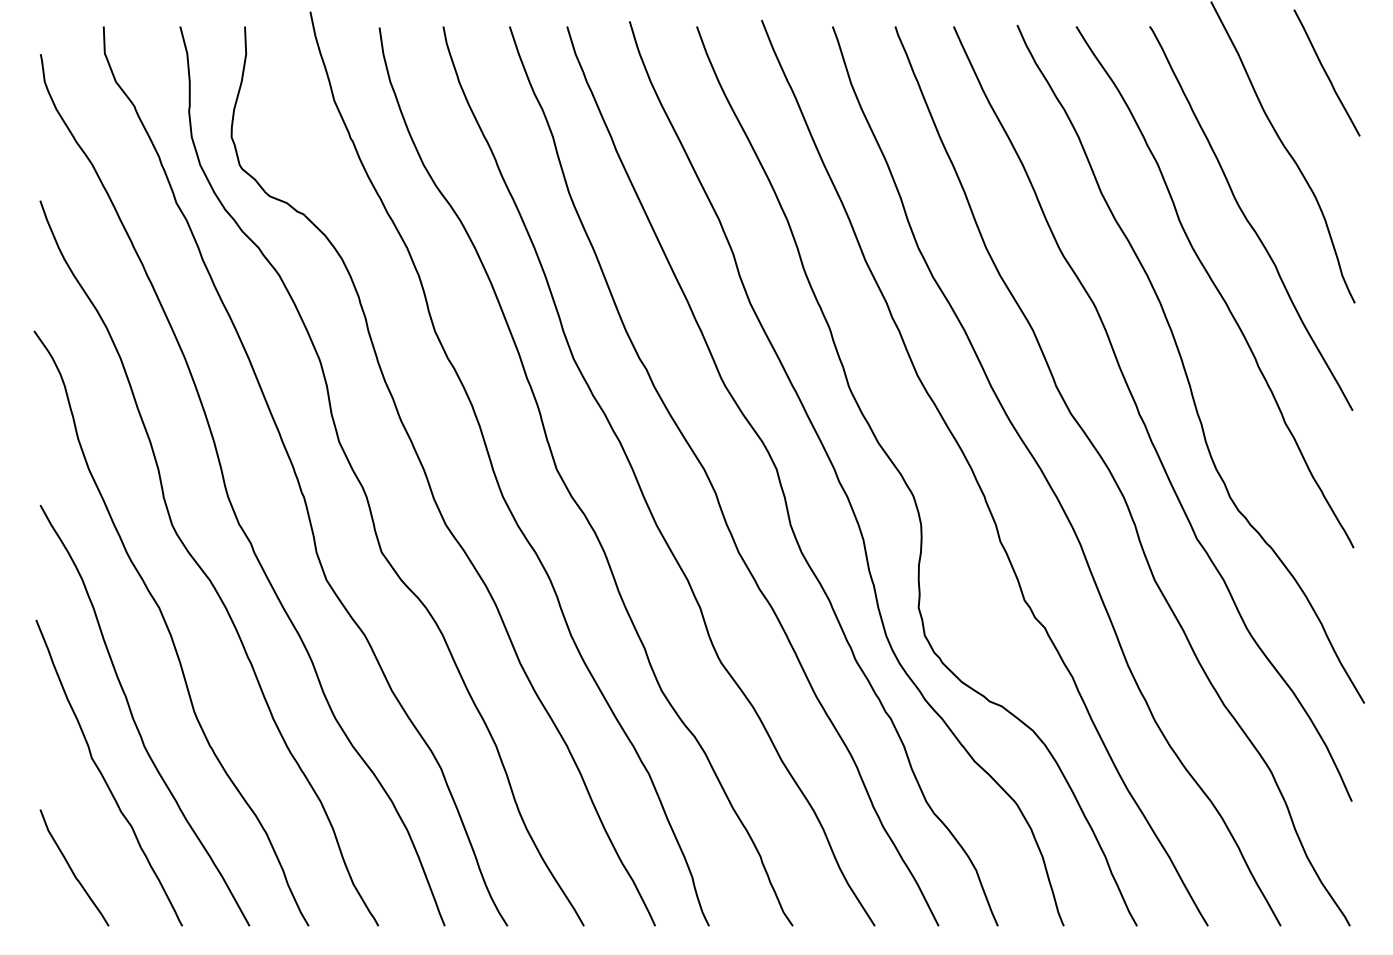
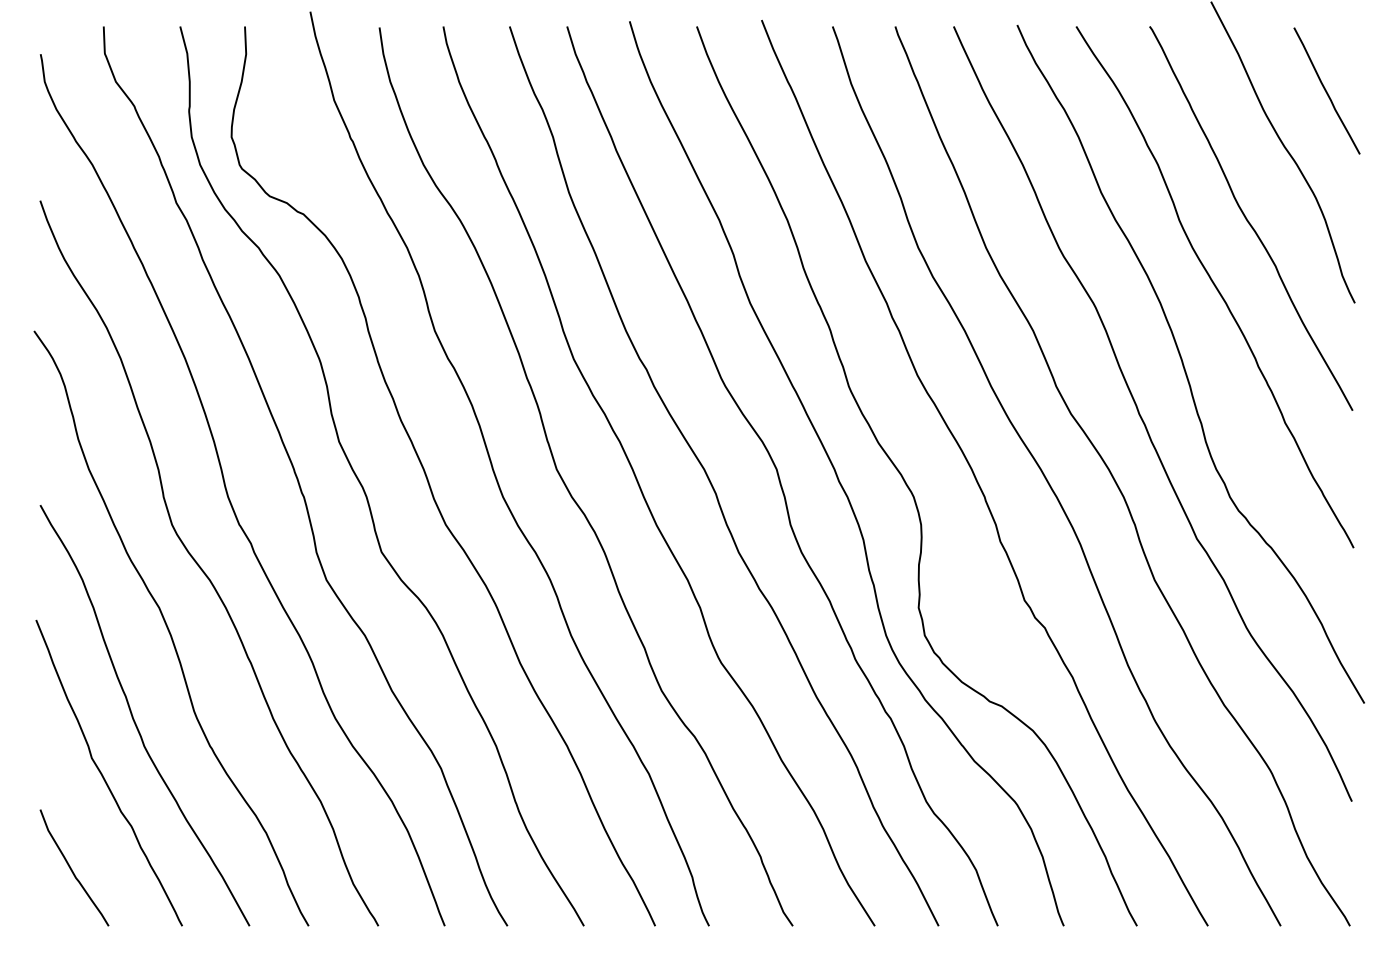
curve at (1326, 72) position: (1326, 72) -> (1326, 90)
